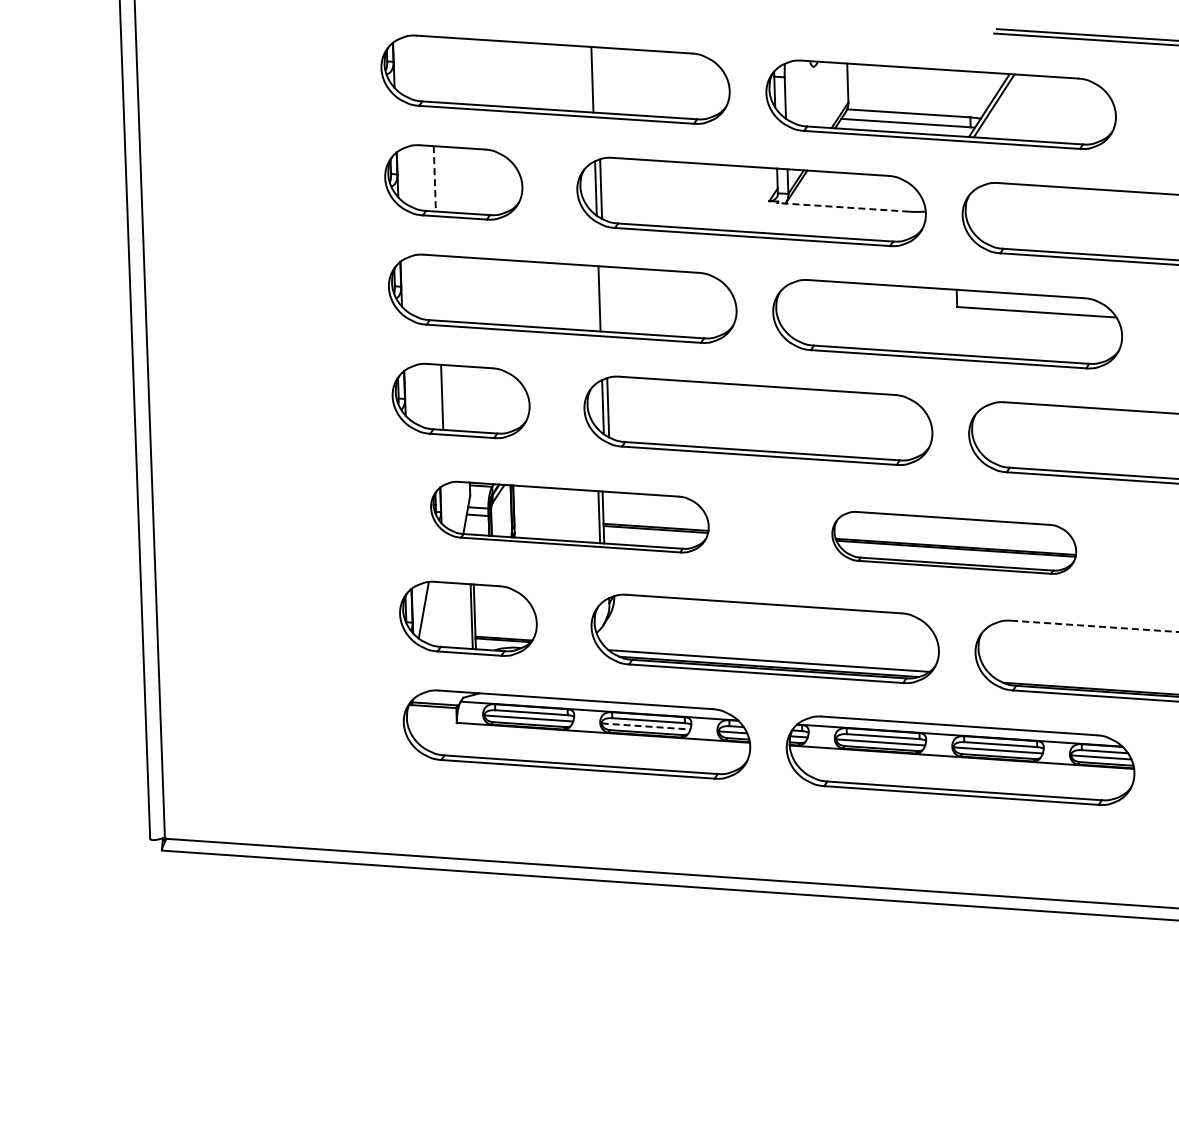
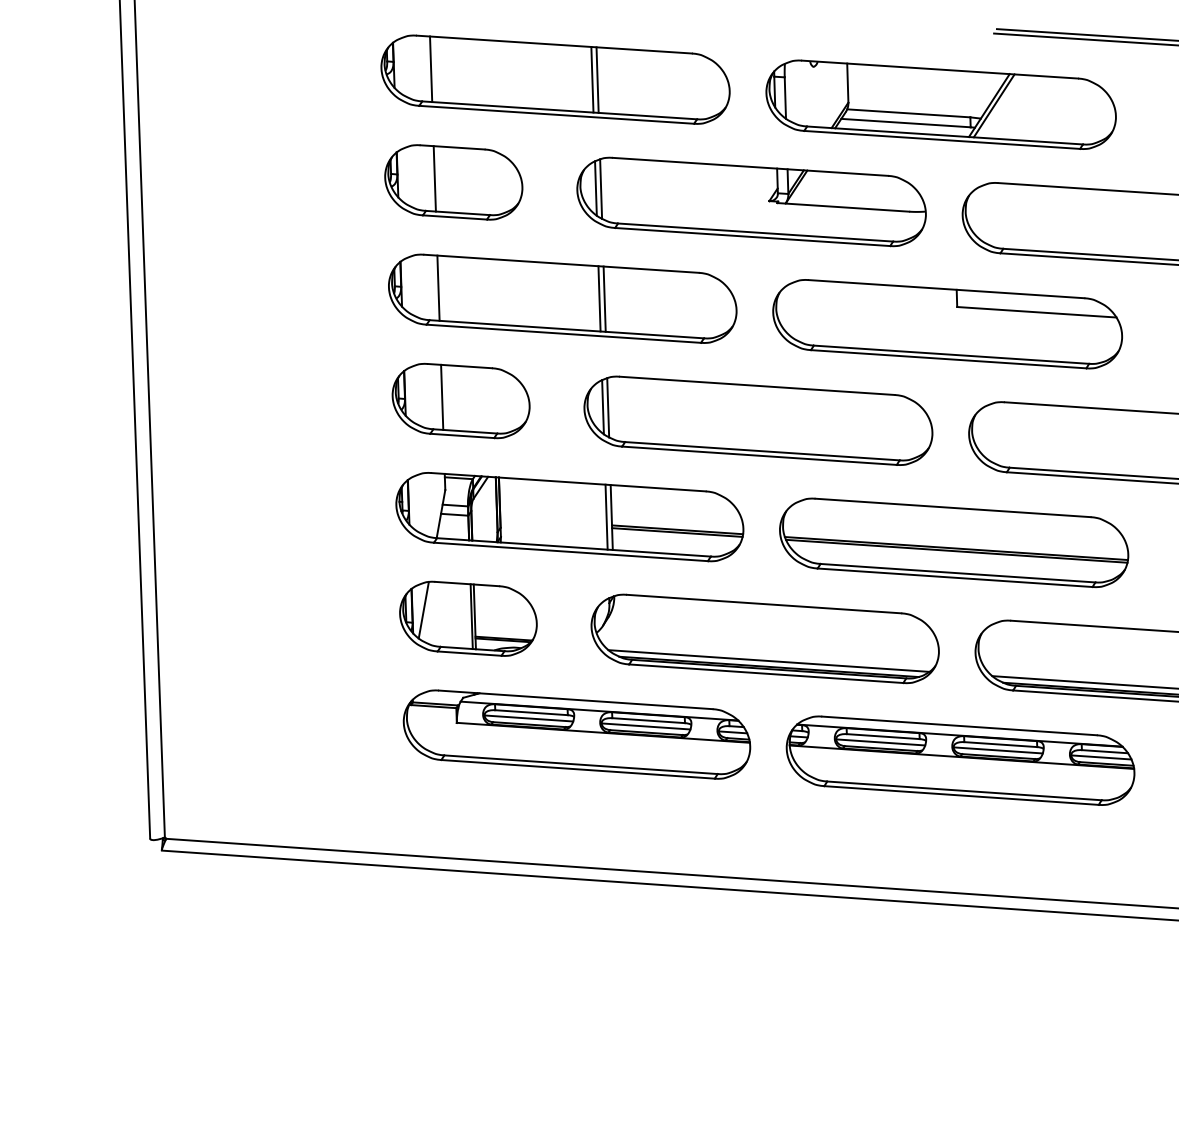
line at (431, 69): none -> present
line at (597, 79): none -> present
line at (434, 178): dashed -> solid
line at (842, 207): dashed -> solid
line at (438, 287): none -> present
line at (604, 298): none -> present
part at (569, 516) size: 280x74 px -> 350x91 px
part at (954, 542) size: 247x64 px -> 351x92 px
line at (1094, 626): dashed -> solid
line at (1083, 682): none -> present
line at (646, 726): dashed -> solid
